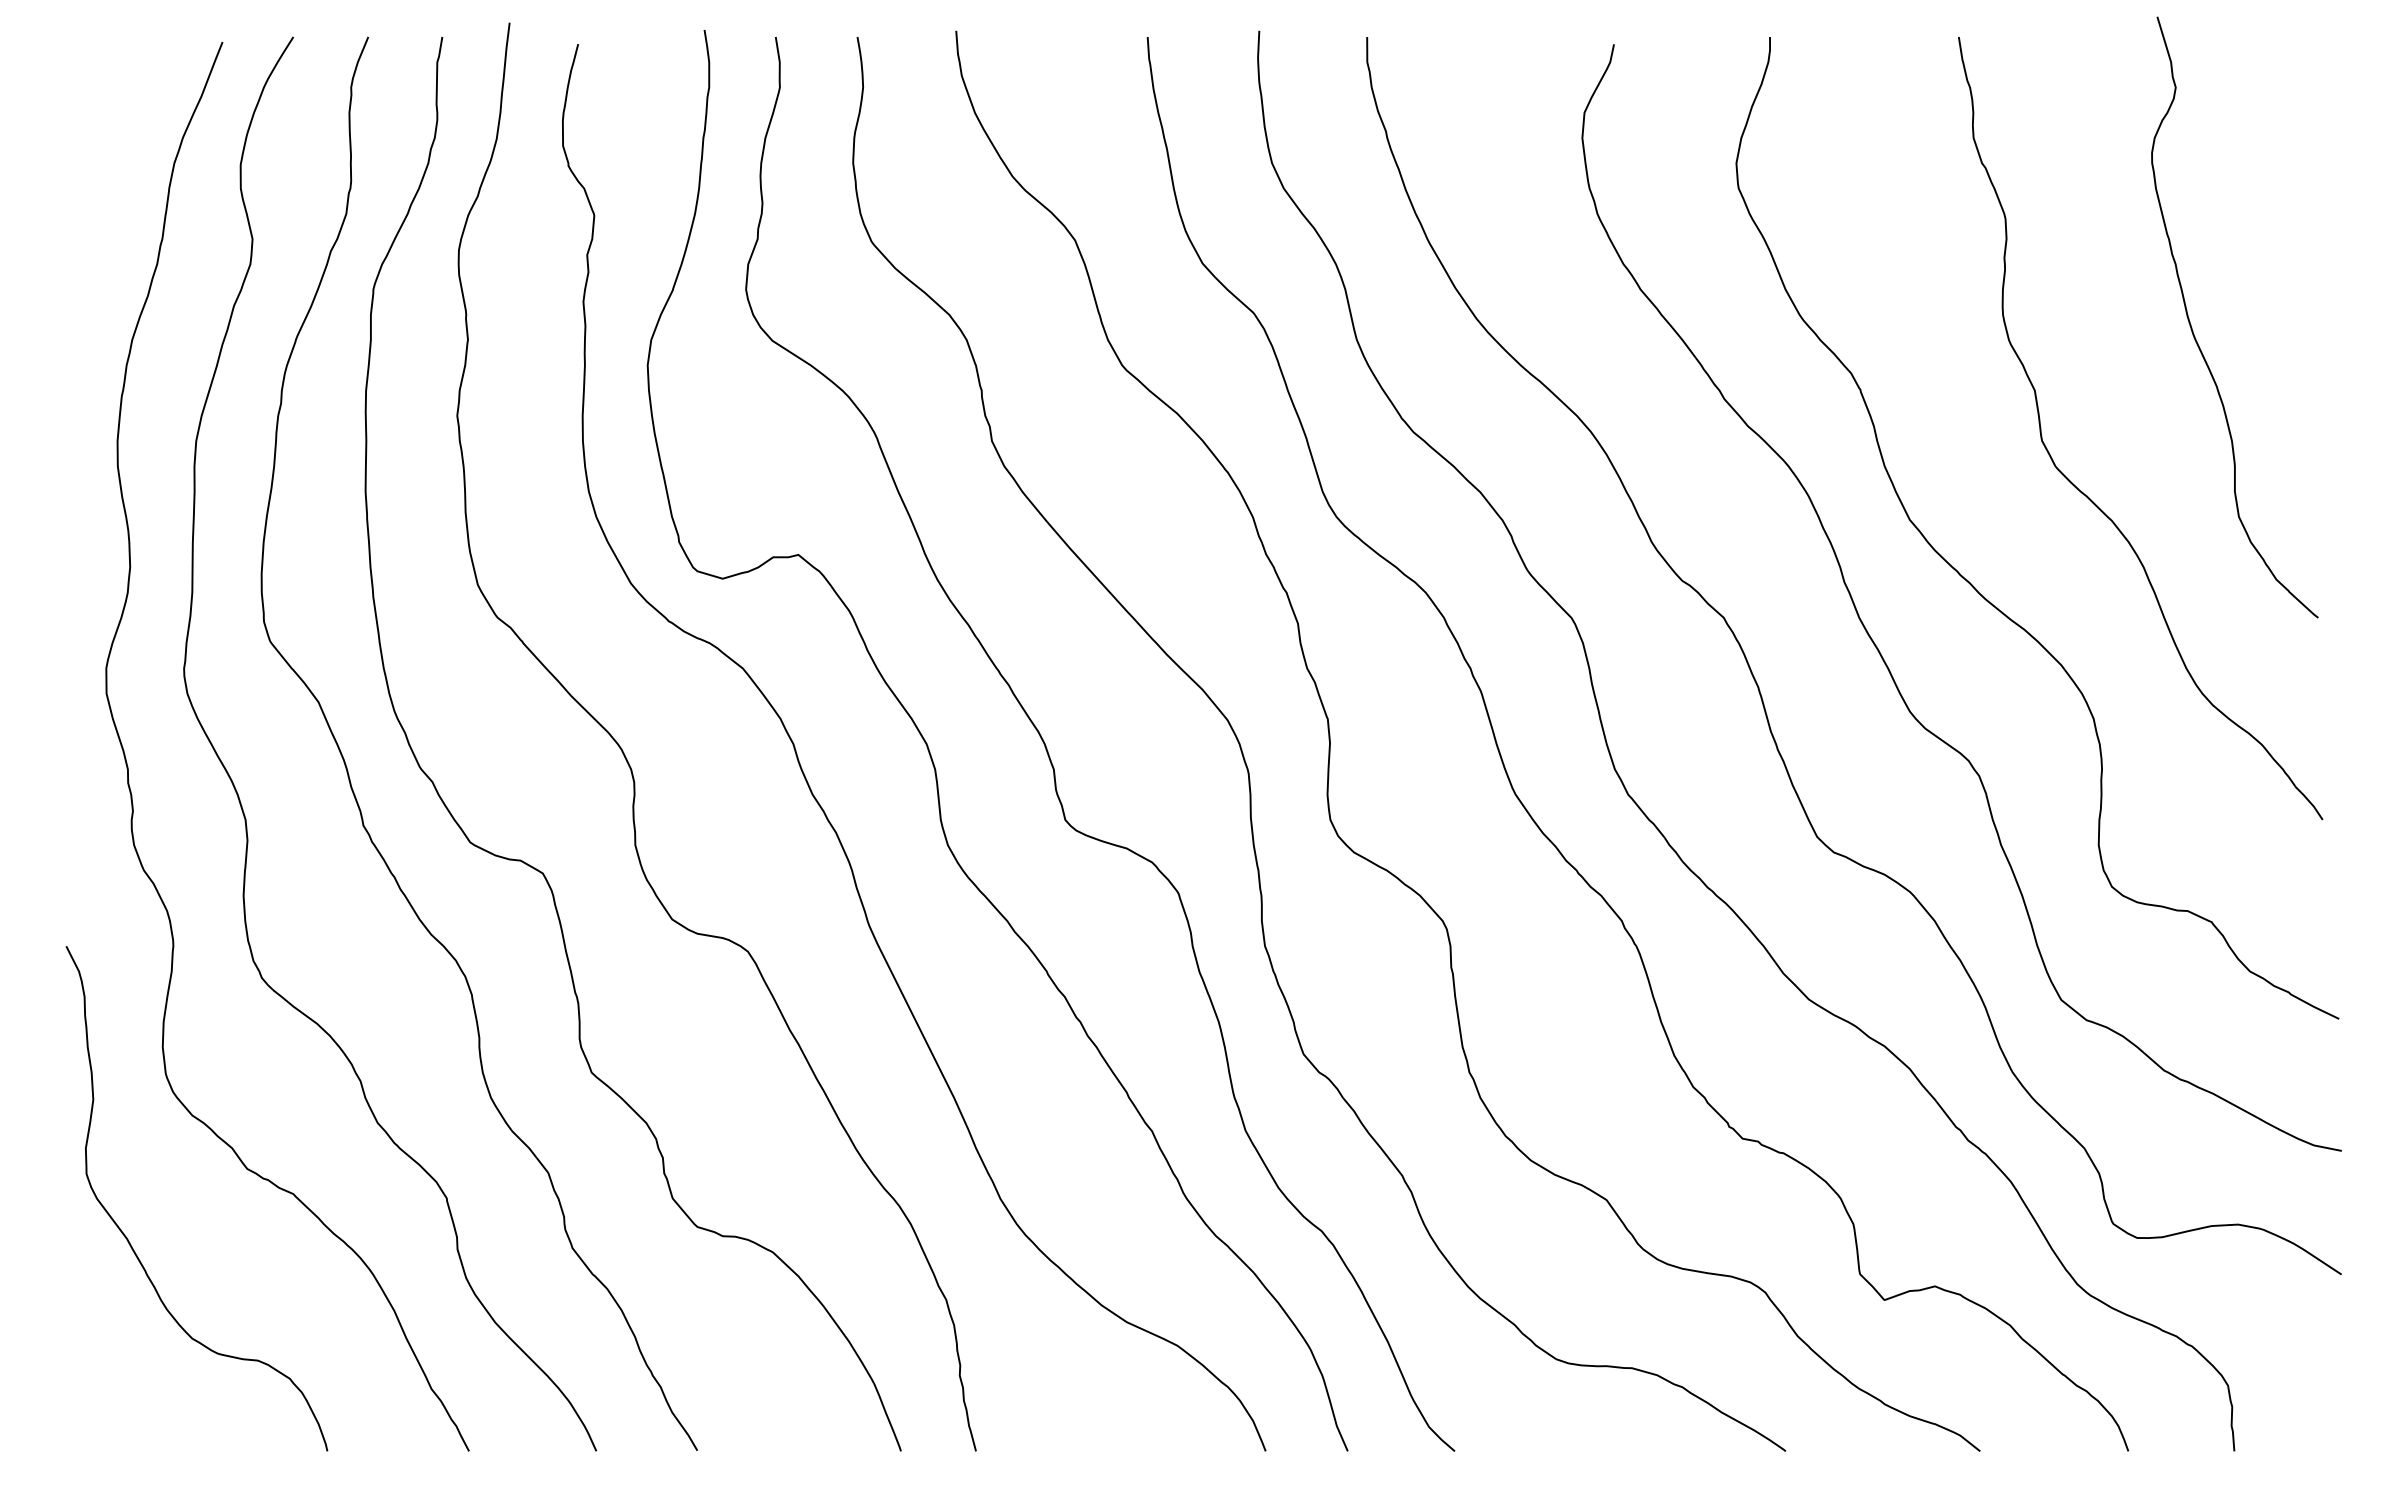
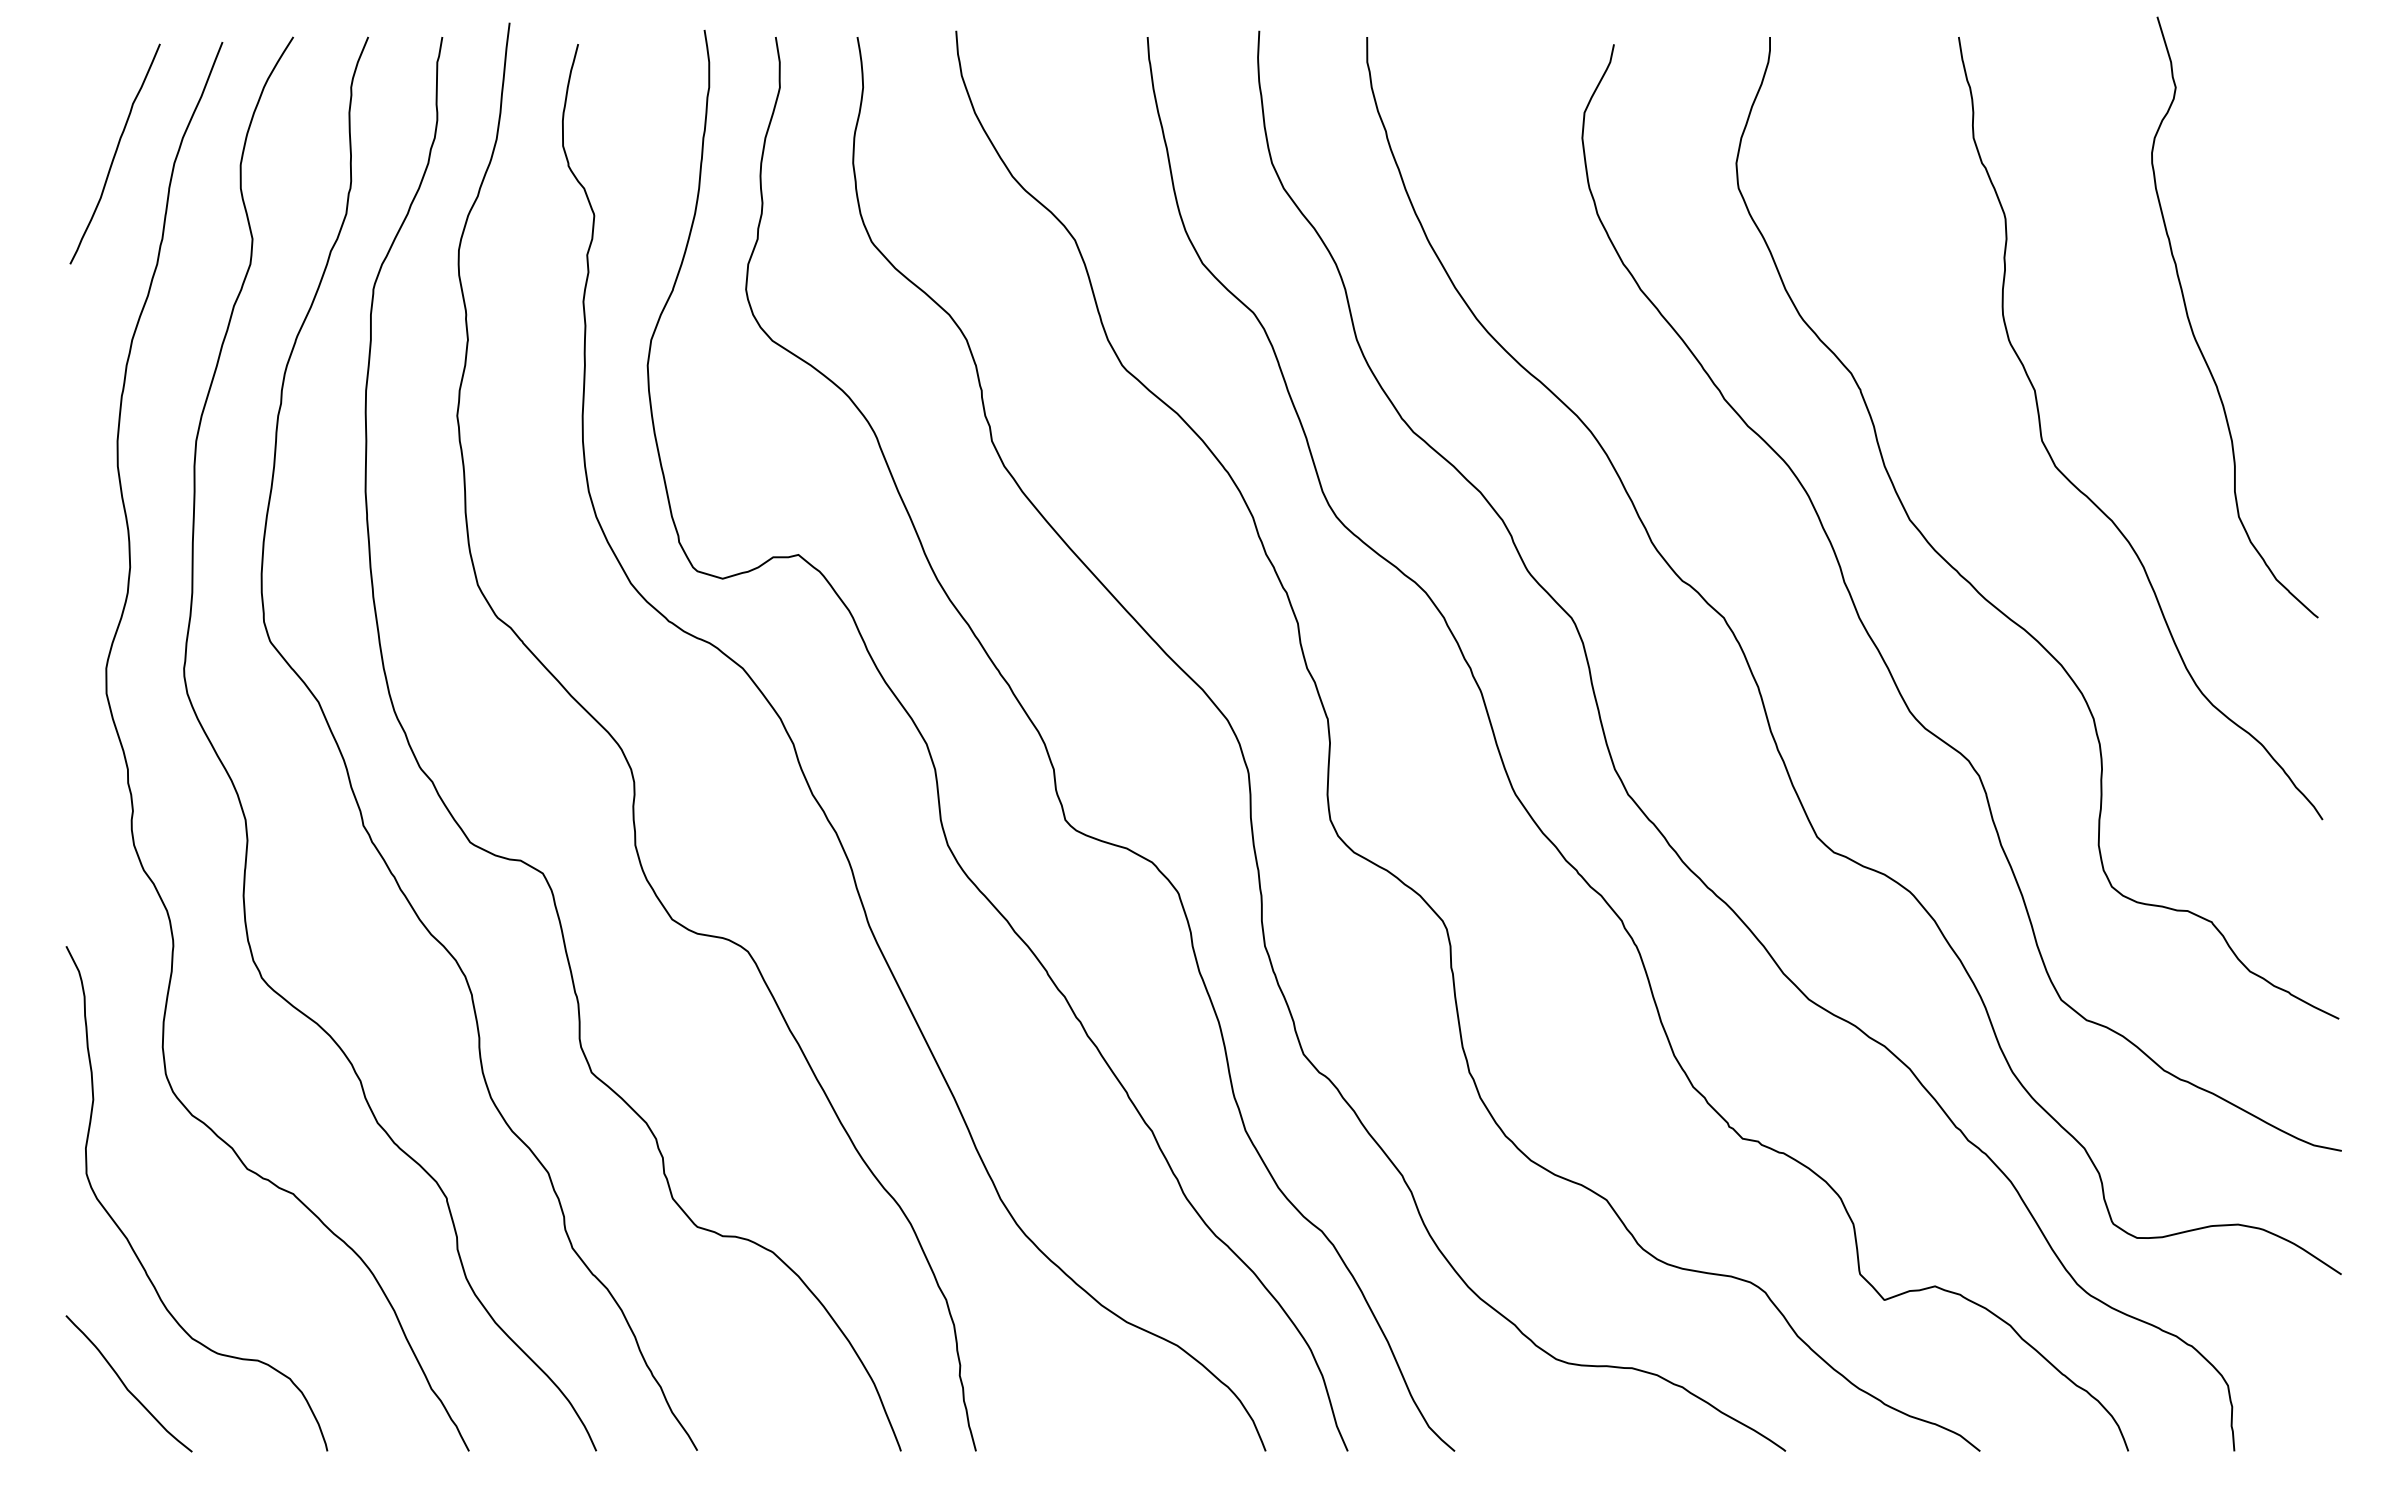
curve at (114, 153): none -> present
curve at (125, 1384): none -> present
